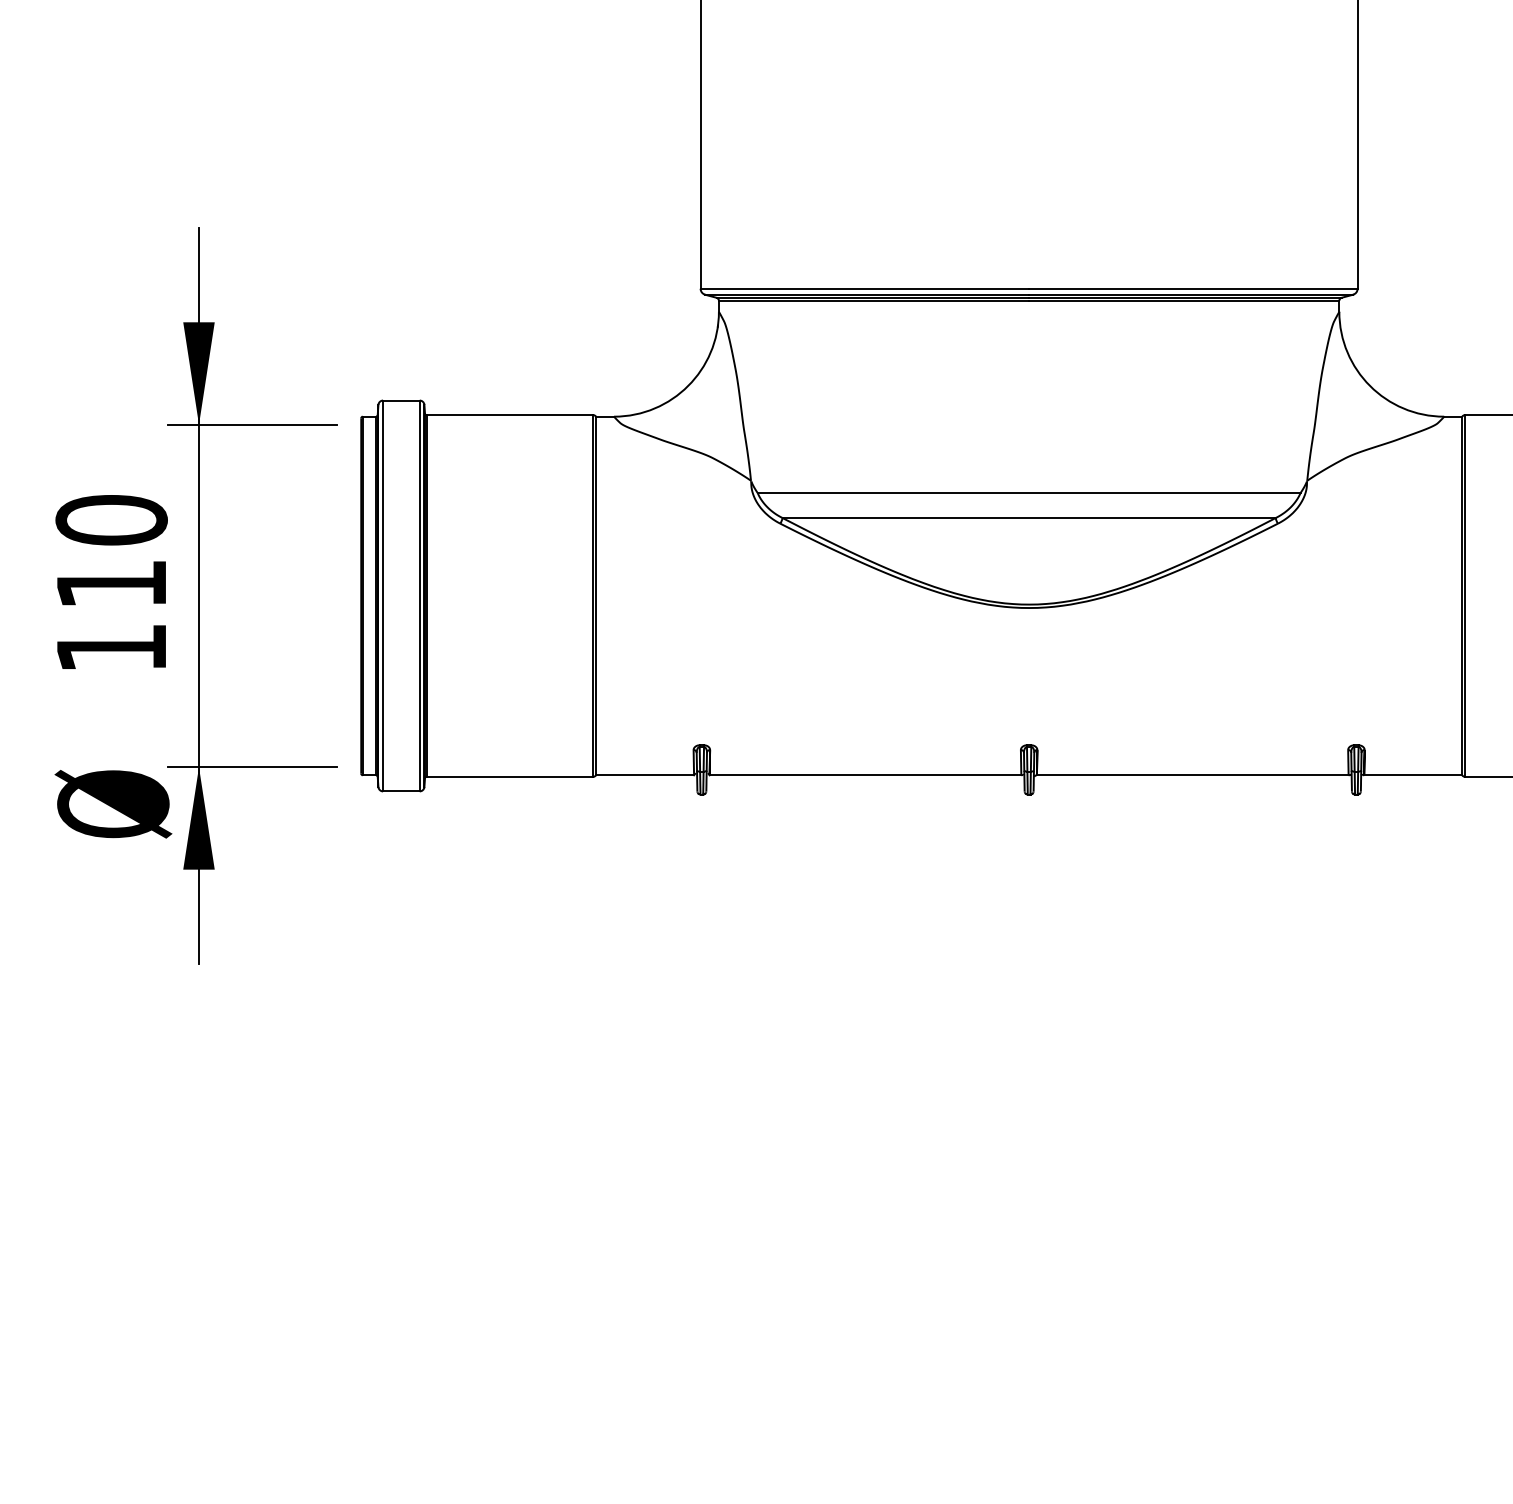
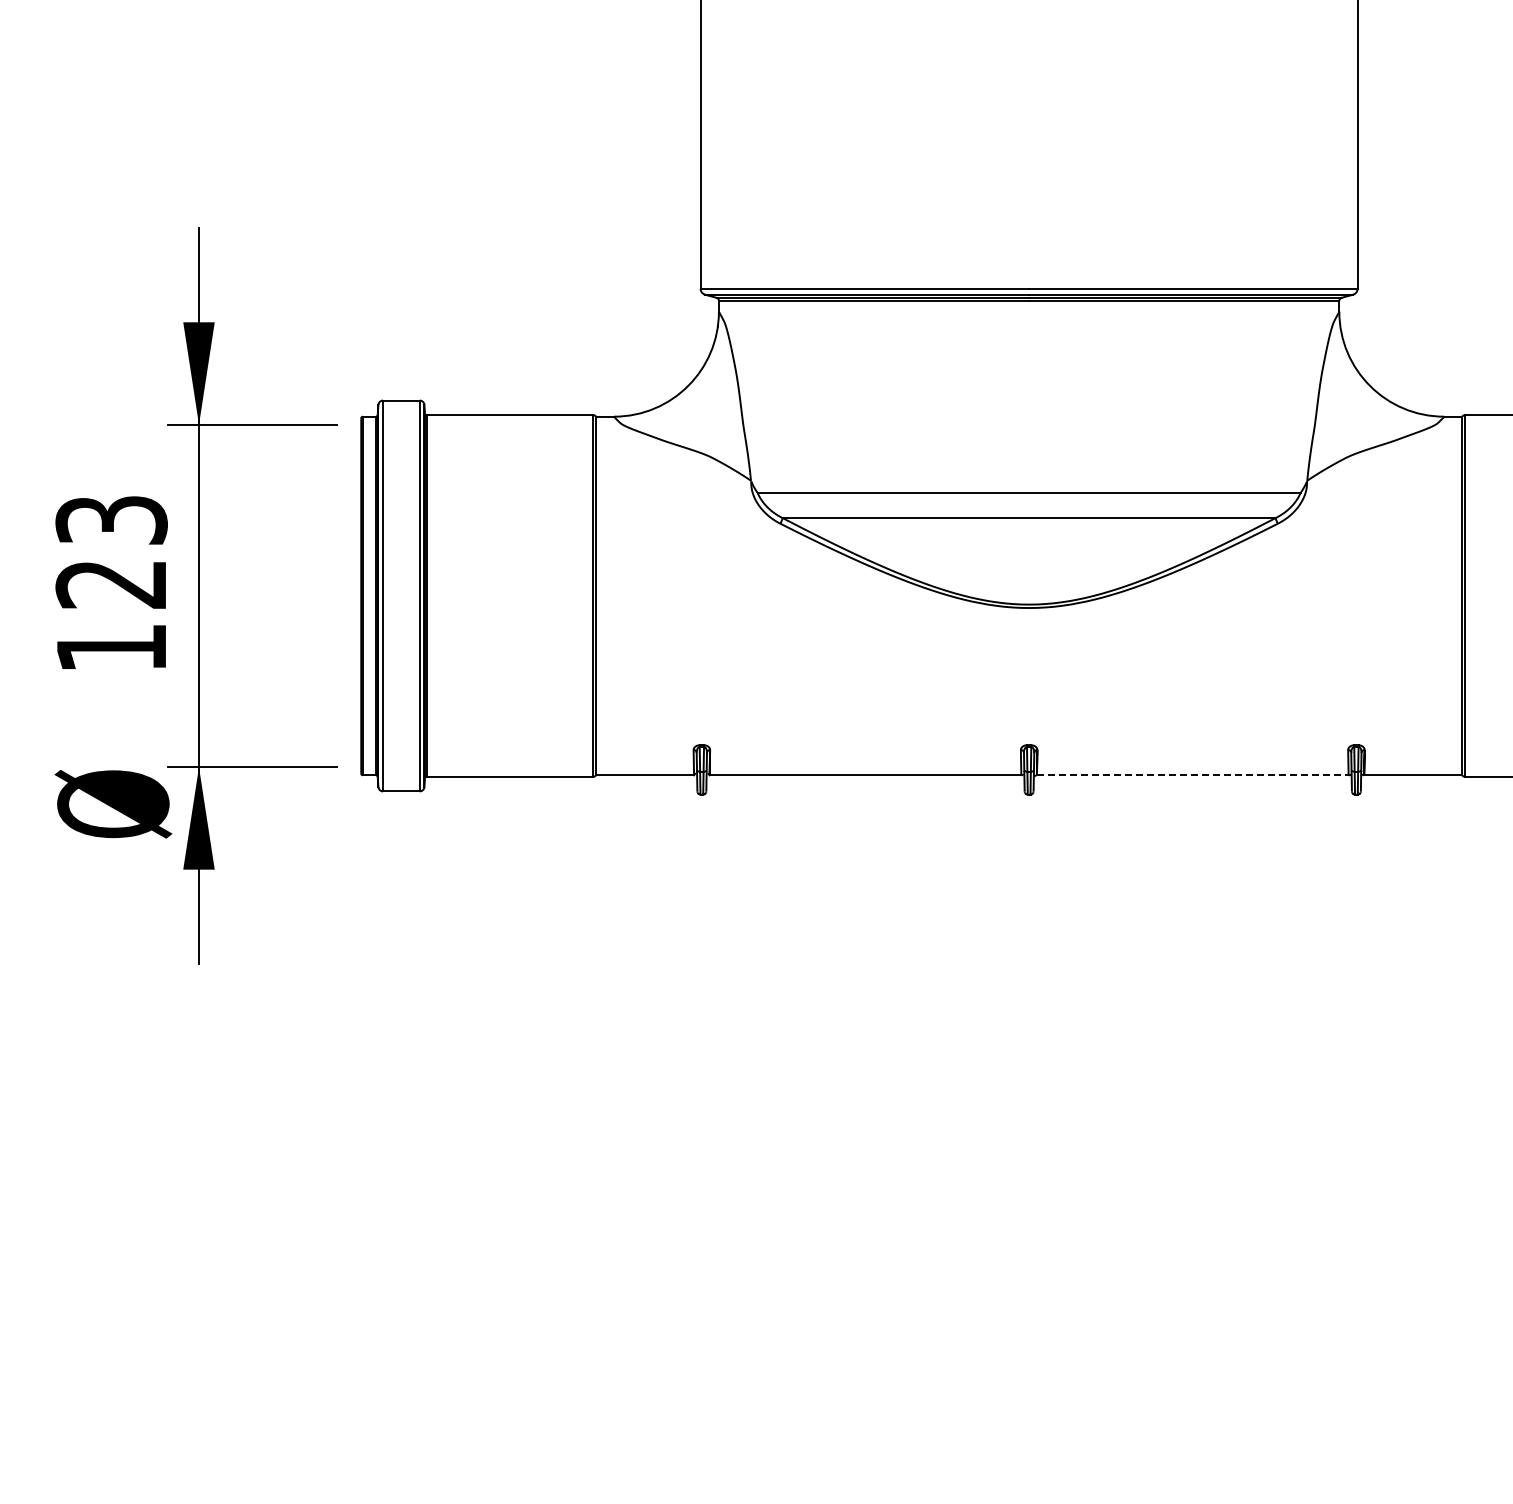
text at (111, 551): 110 -> 123
line at (1192, 775): solid -> dashed
